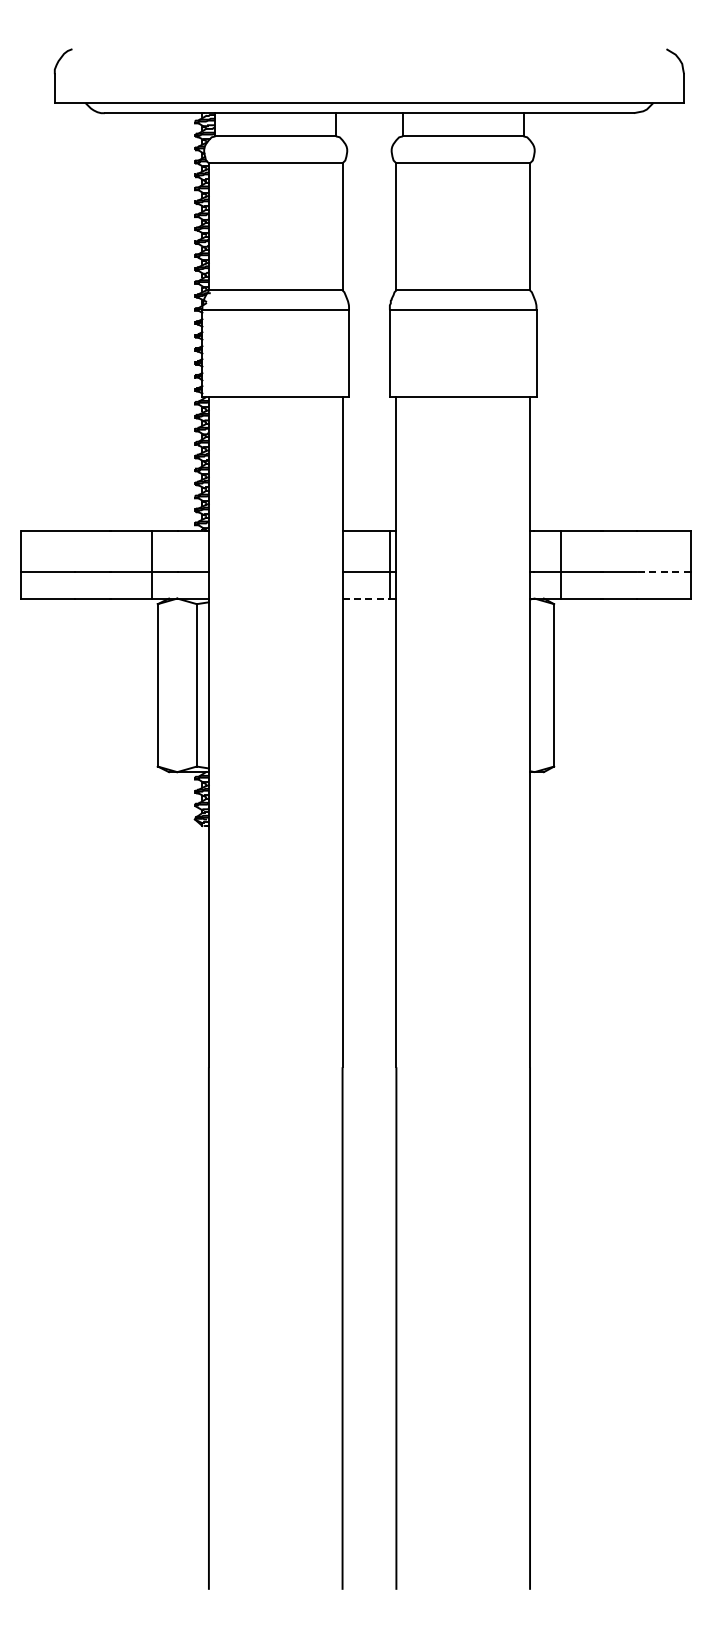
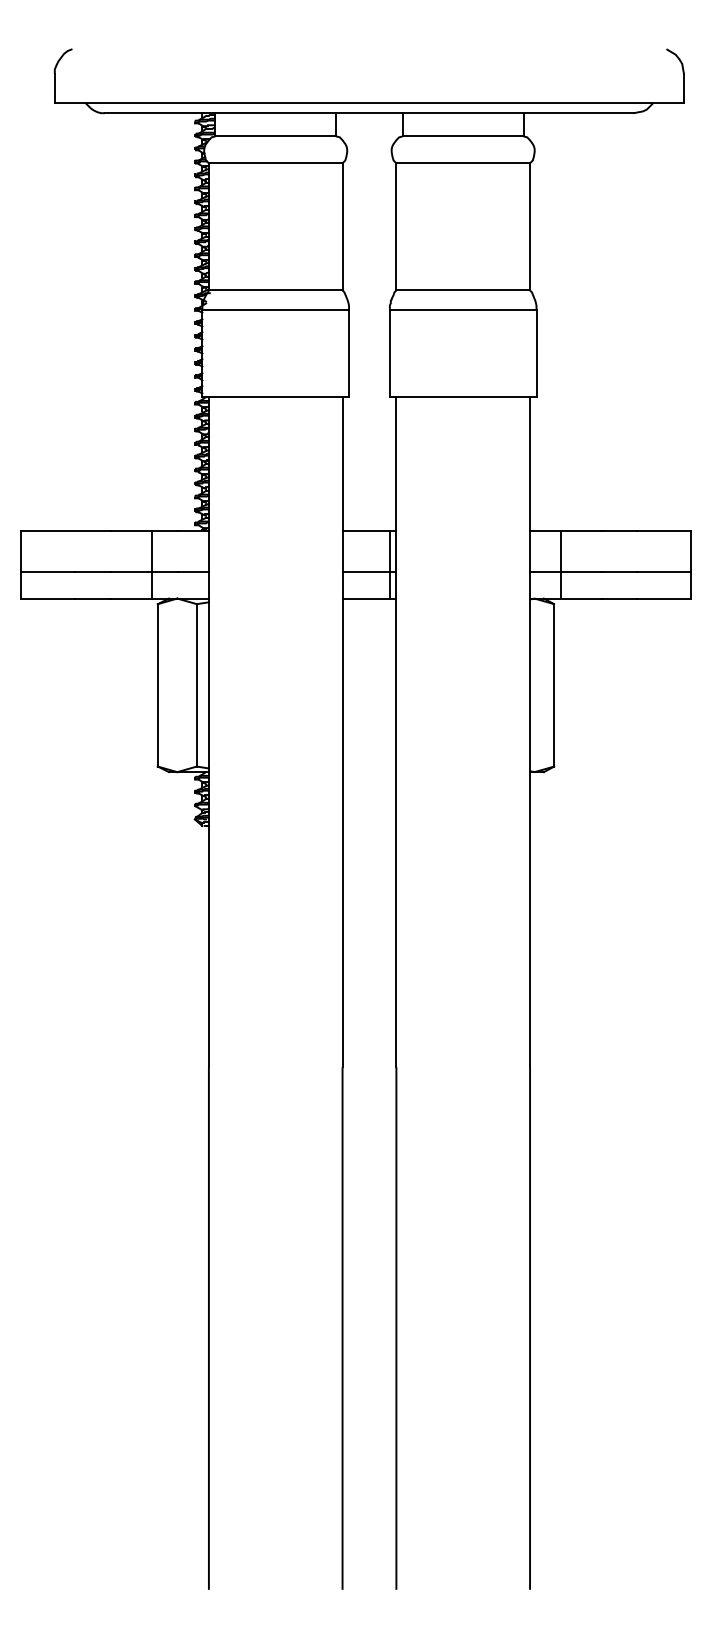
line at (663, 571): dashed -> solid
line at (366, 598): dashed -> solid
